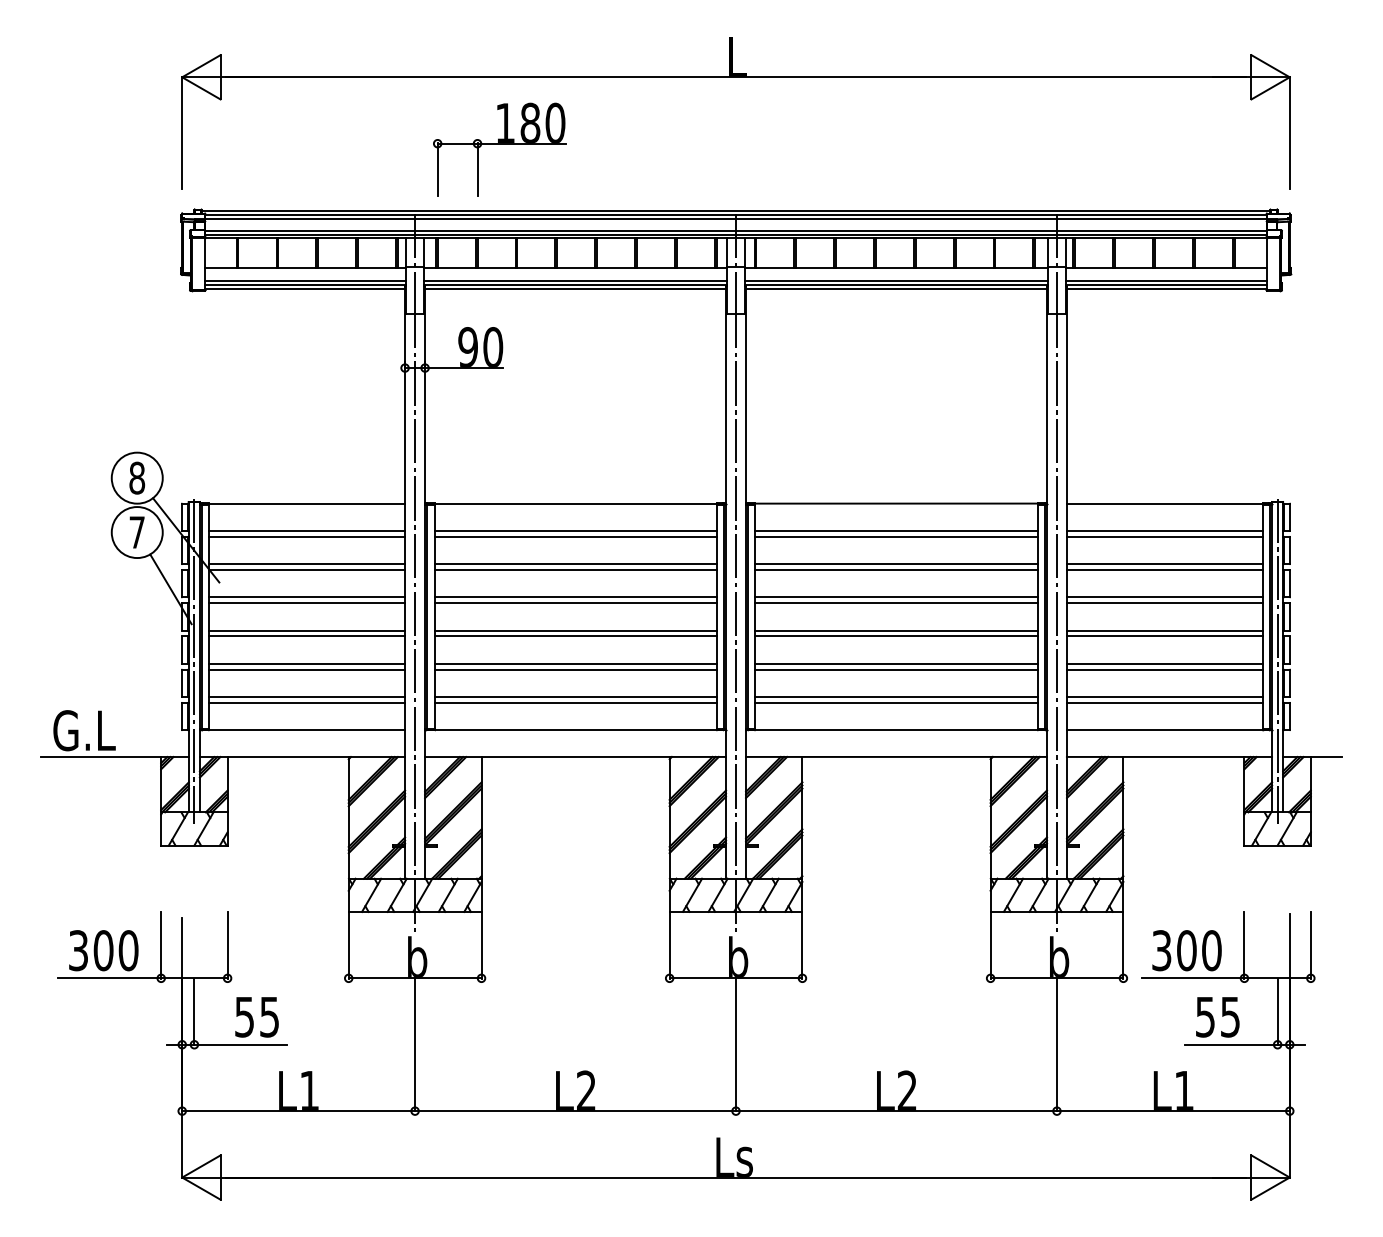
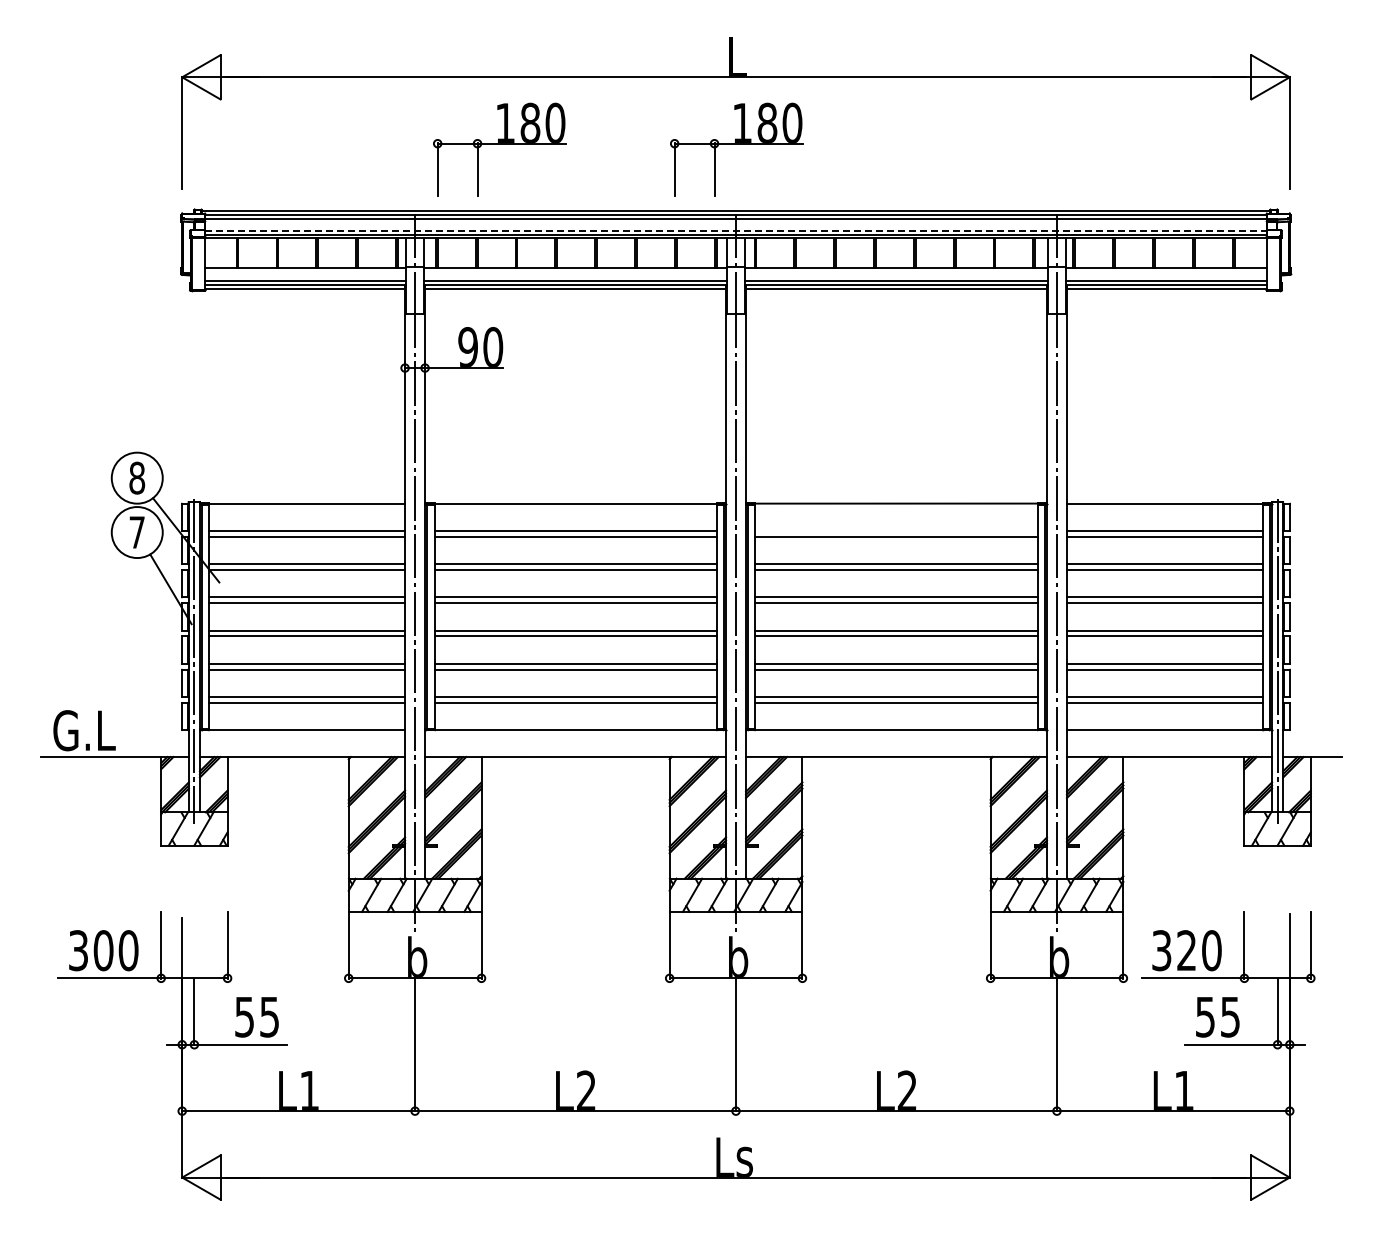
part at (736, 149): none -> present
line at (736, 230): solid -> dashed
line at (896, 531): present -> none
text at (1186, 950): 300 -> 320
